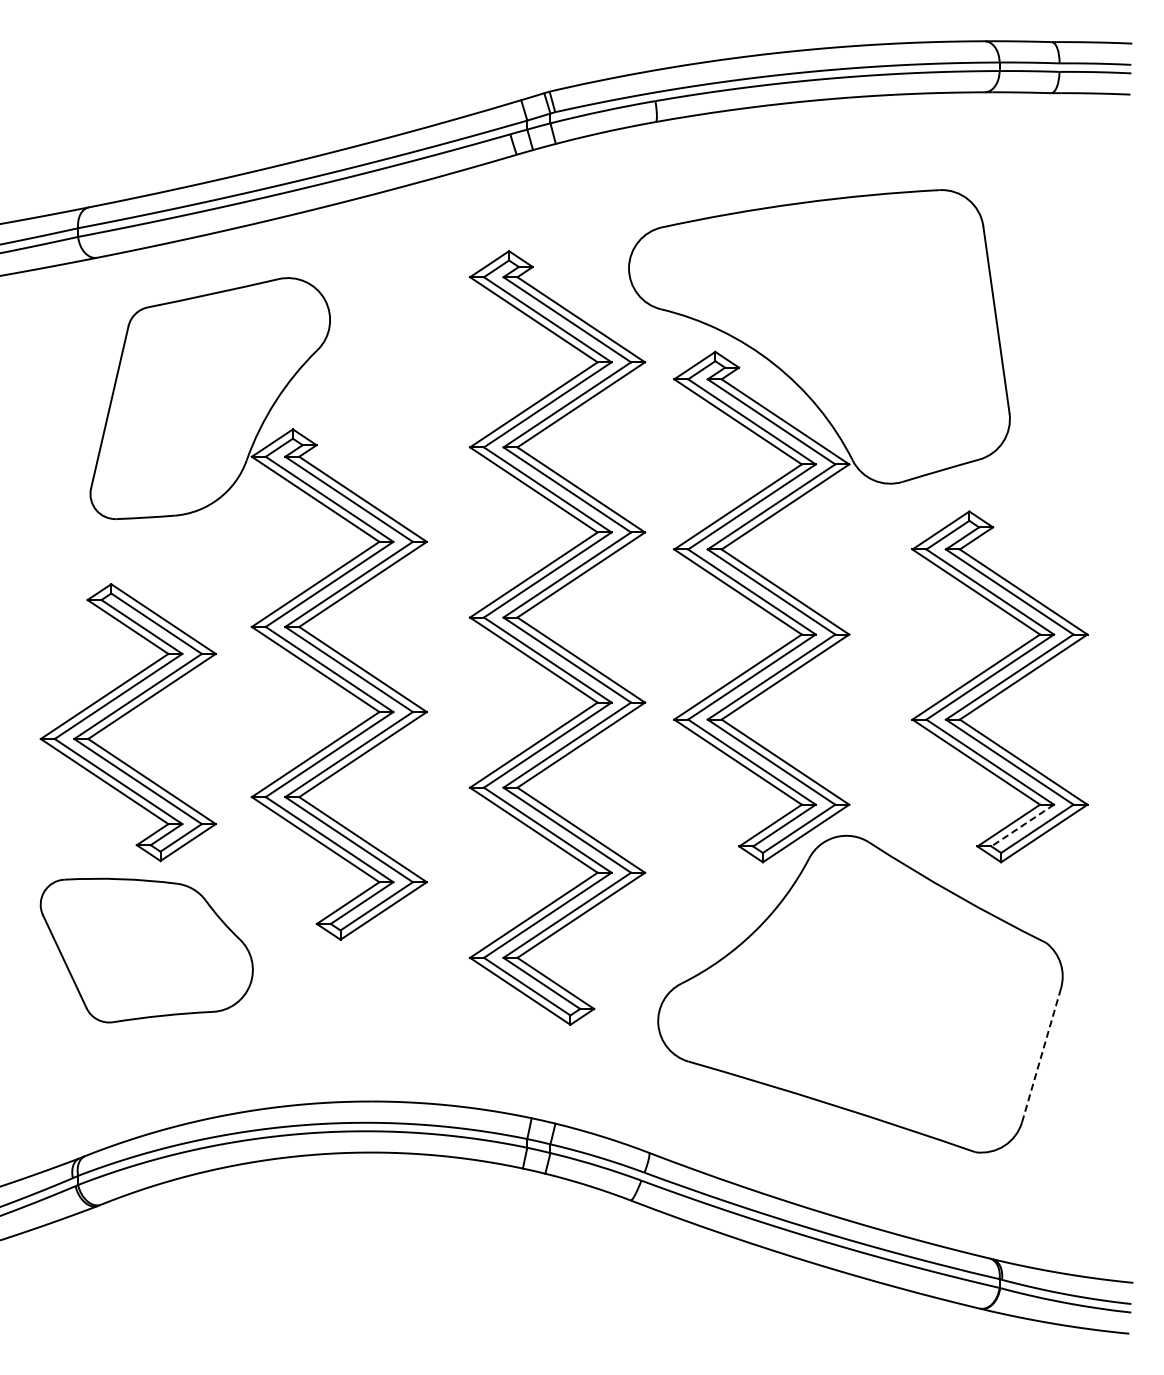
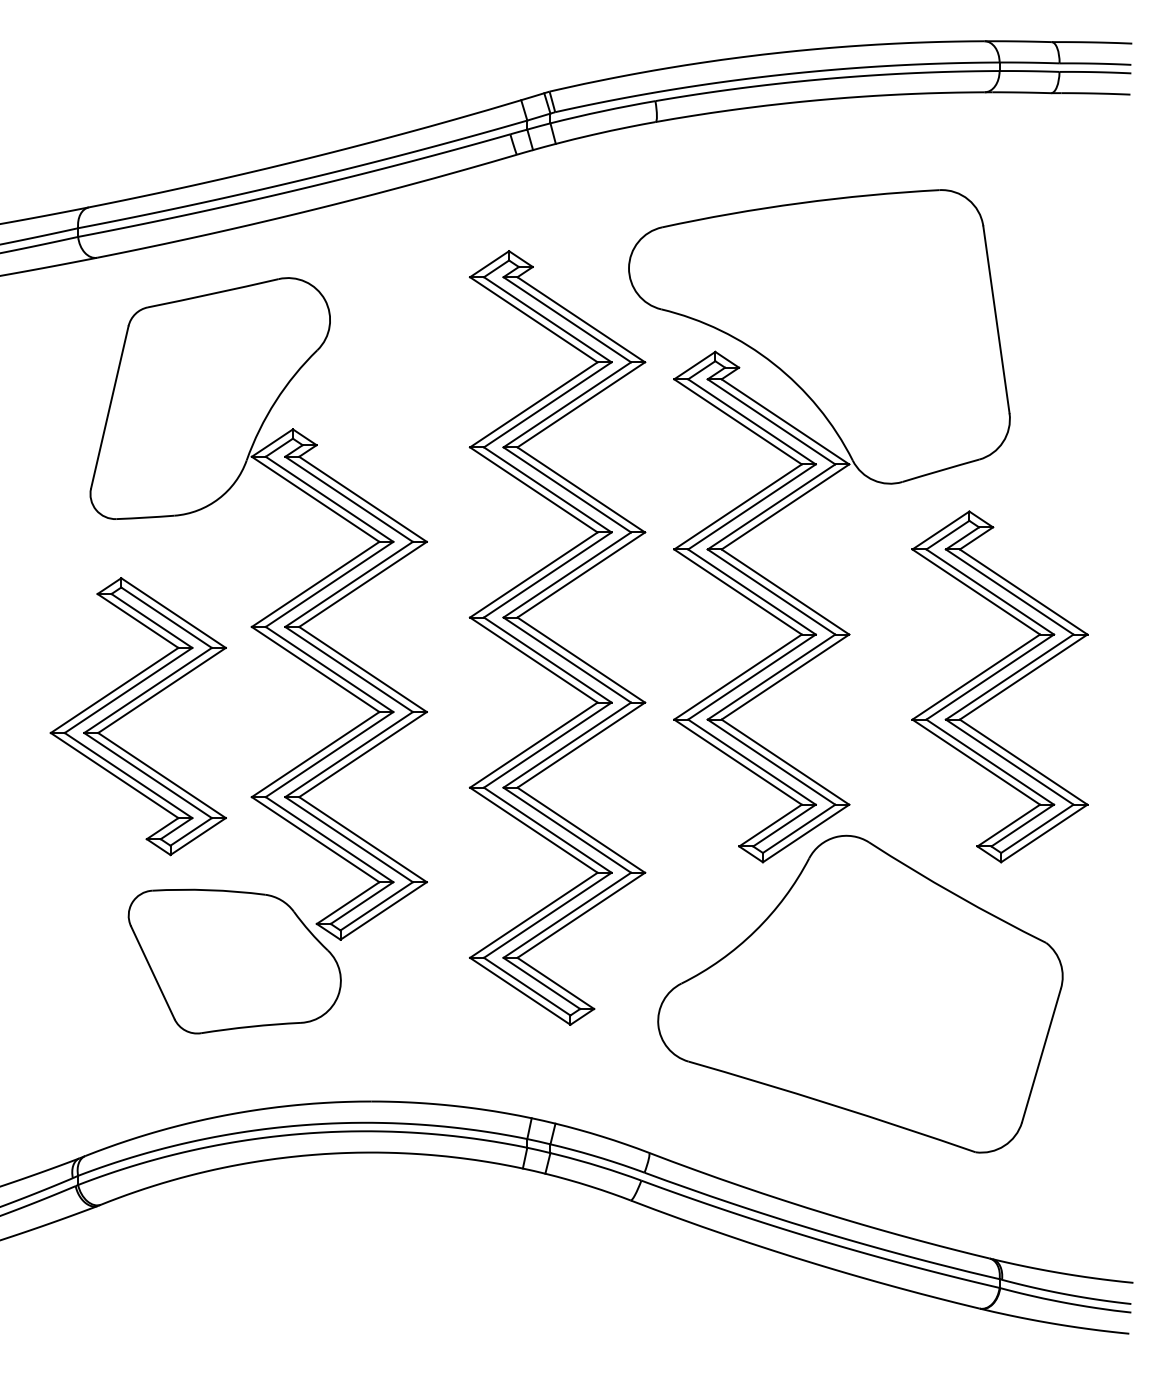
part at (122, 717) position: (122, 717) -> (132, 711)
line at (1022, 825): dashed -> solid
part at (146, 950) position: (146, 950) -> (234, 961)
line at (1041, 1055): dashed -> solid
